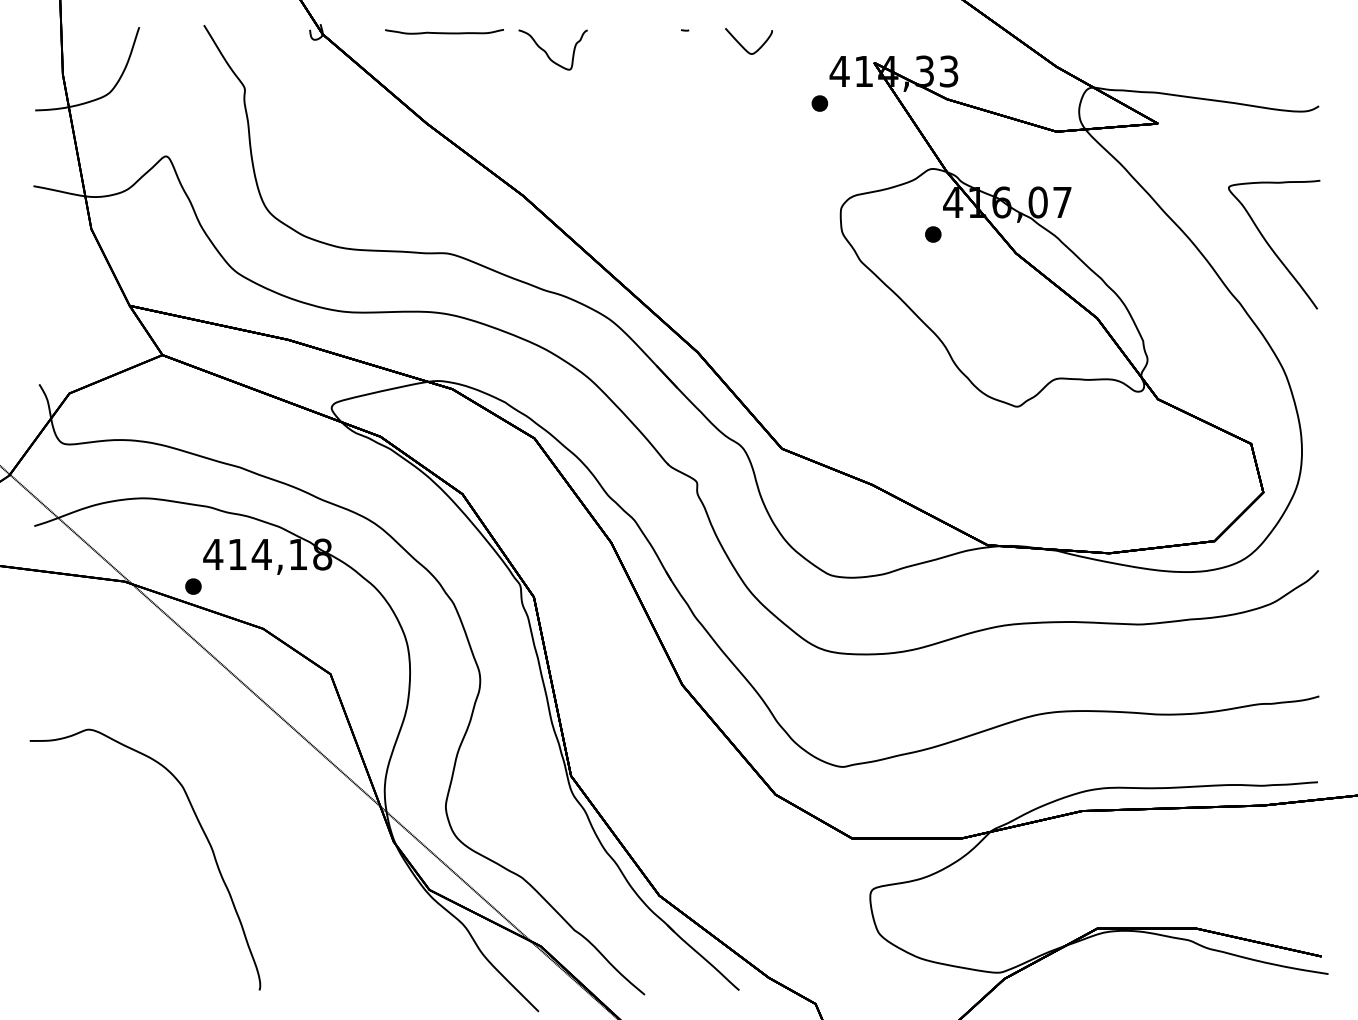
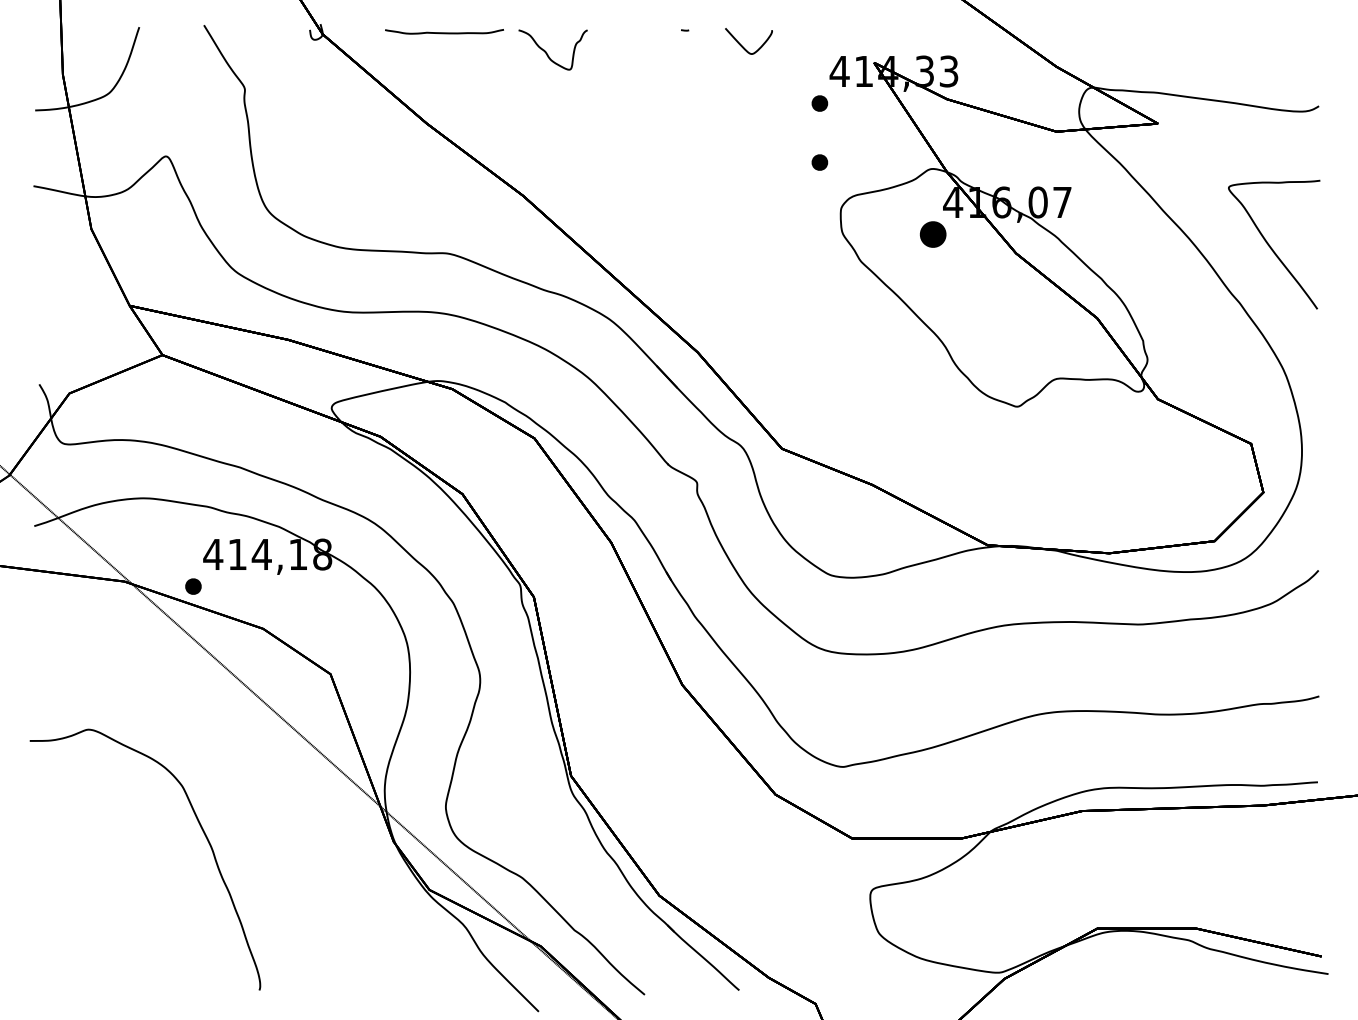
part at (819, 162): none -> present
part at (933, 234) size: 17x17 px -> 28x27 px
